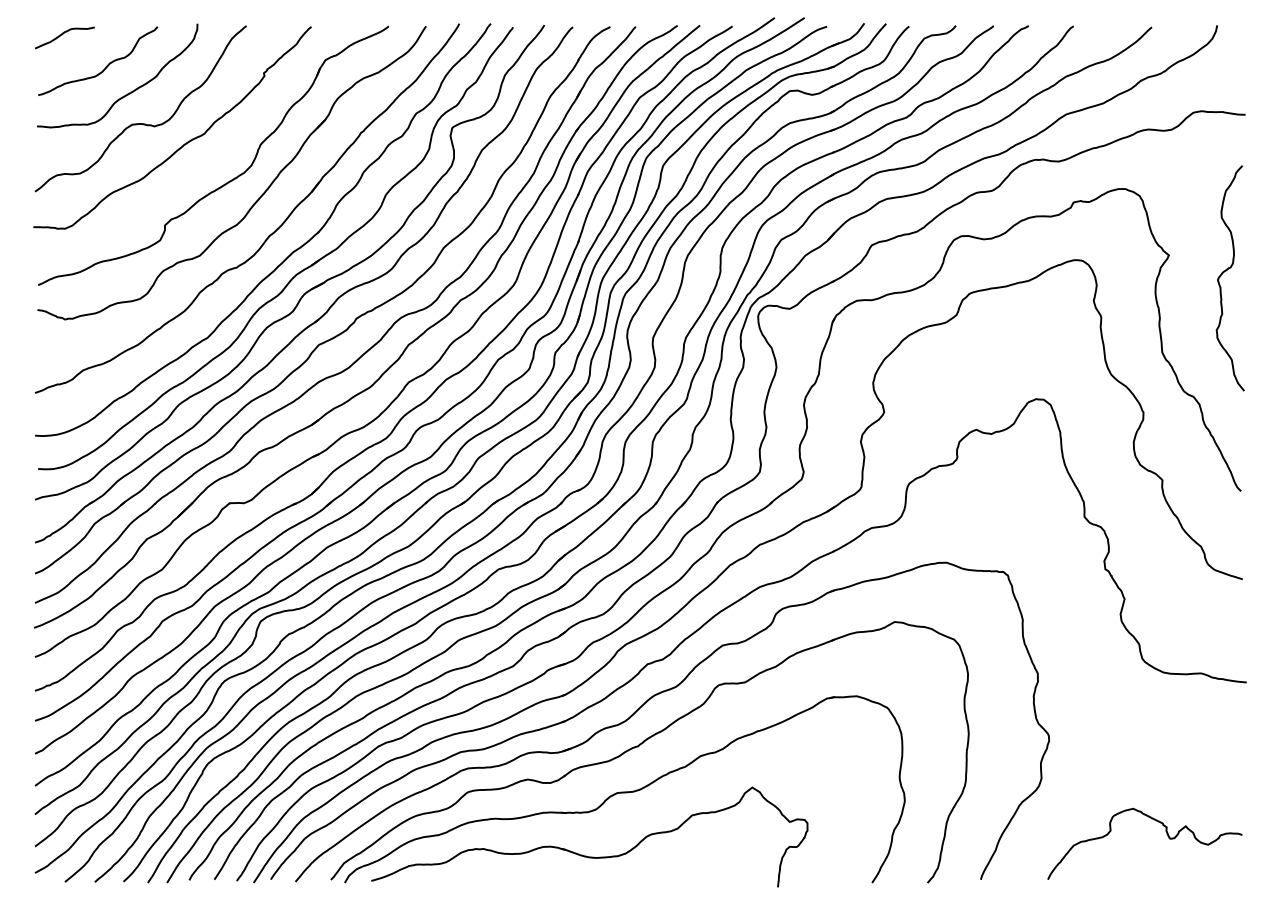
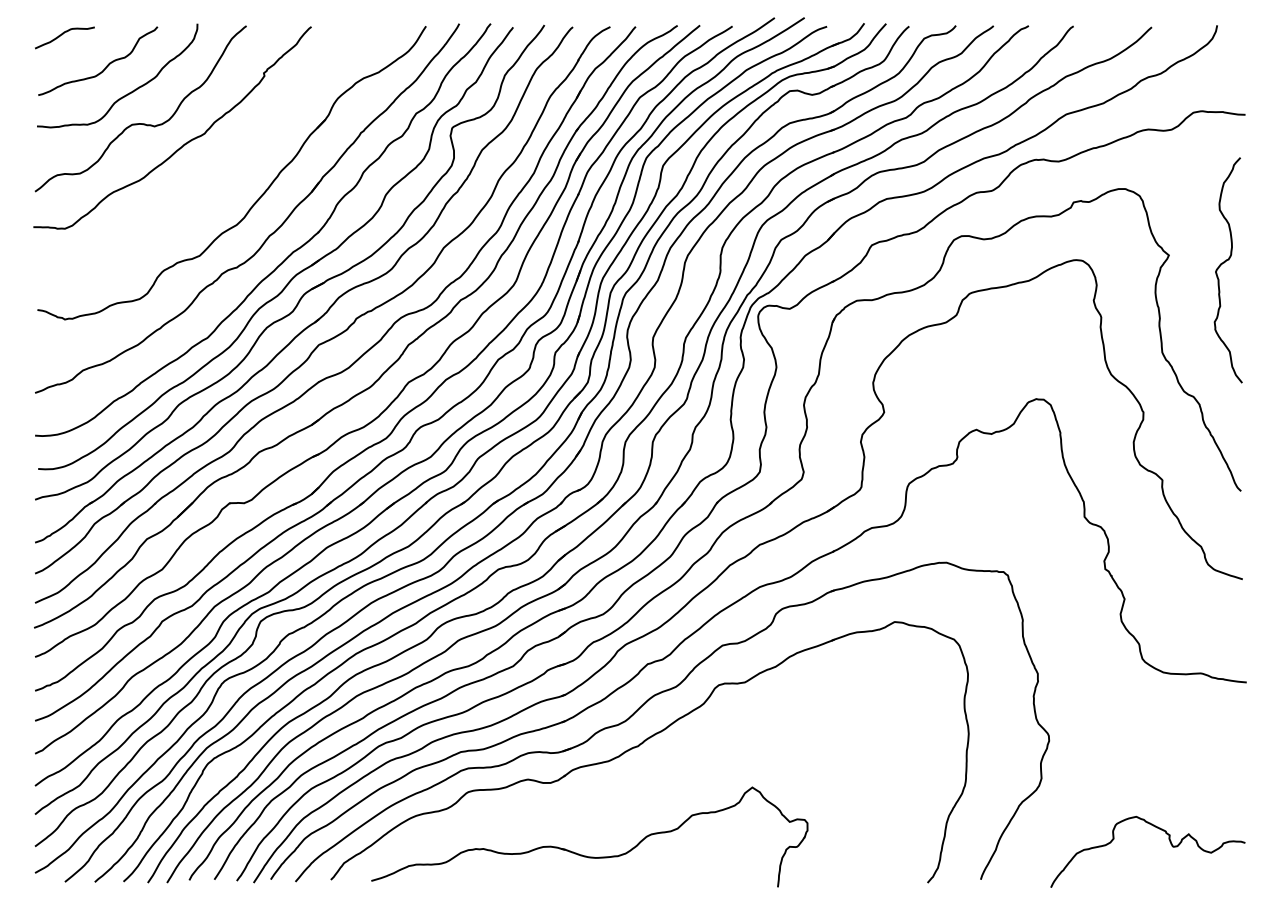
part at (229, 180): present -> none
curve at (1226, 271) position: (1226, 271) -> (1224, 263)
part at (624, 789): present -> none
curve at (1166, 834) position: (1166, 834) -> (1169, 842)
